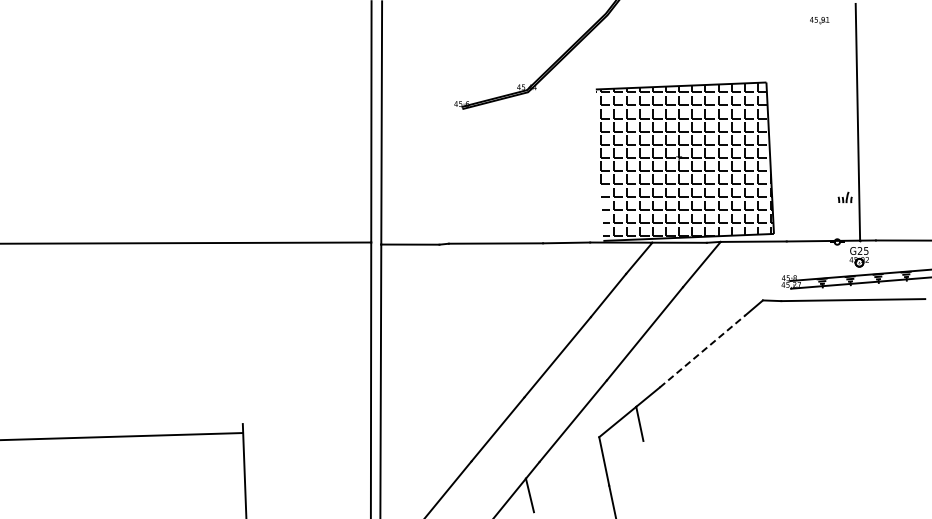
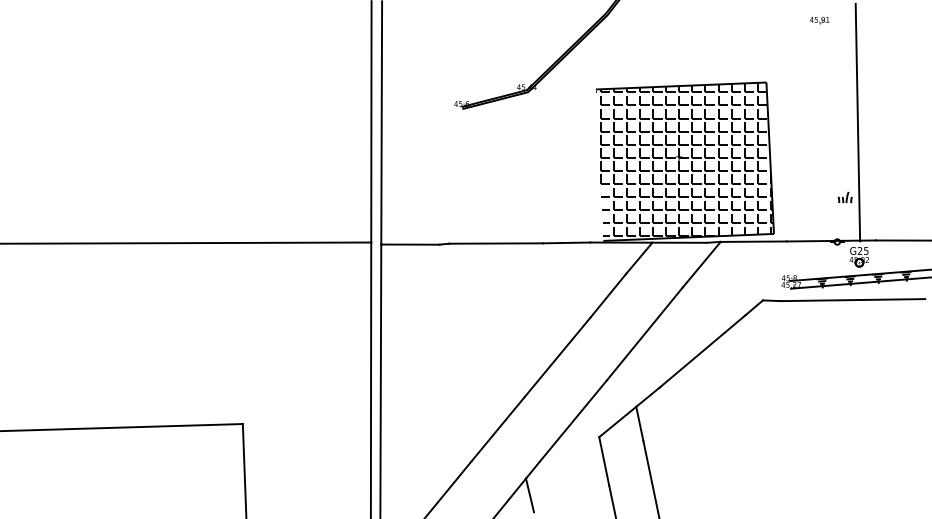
line at (703, 351): dashed -> solid
line at (122, 436) position: (122, 436) -> (122, 427)
line at (650, 477): none -> present
